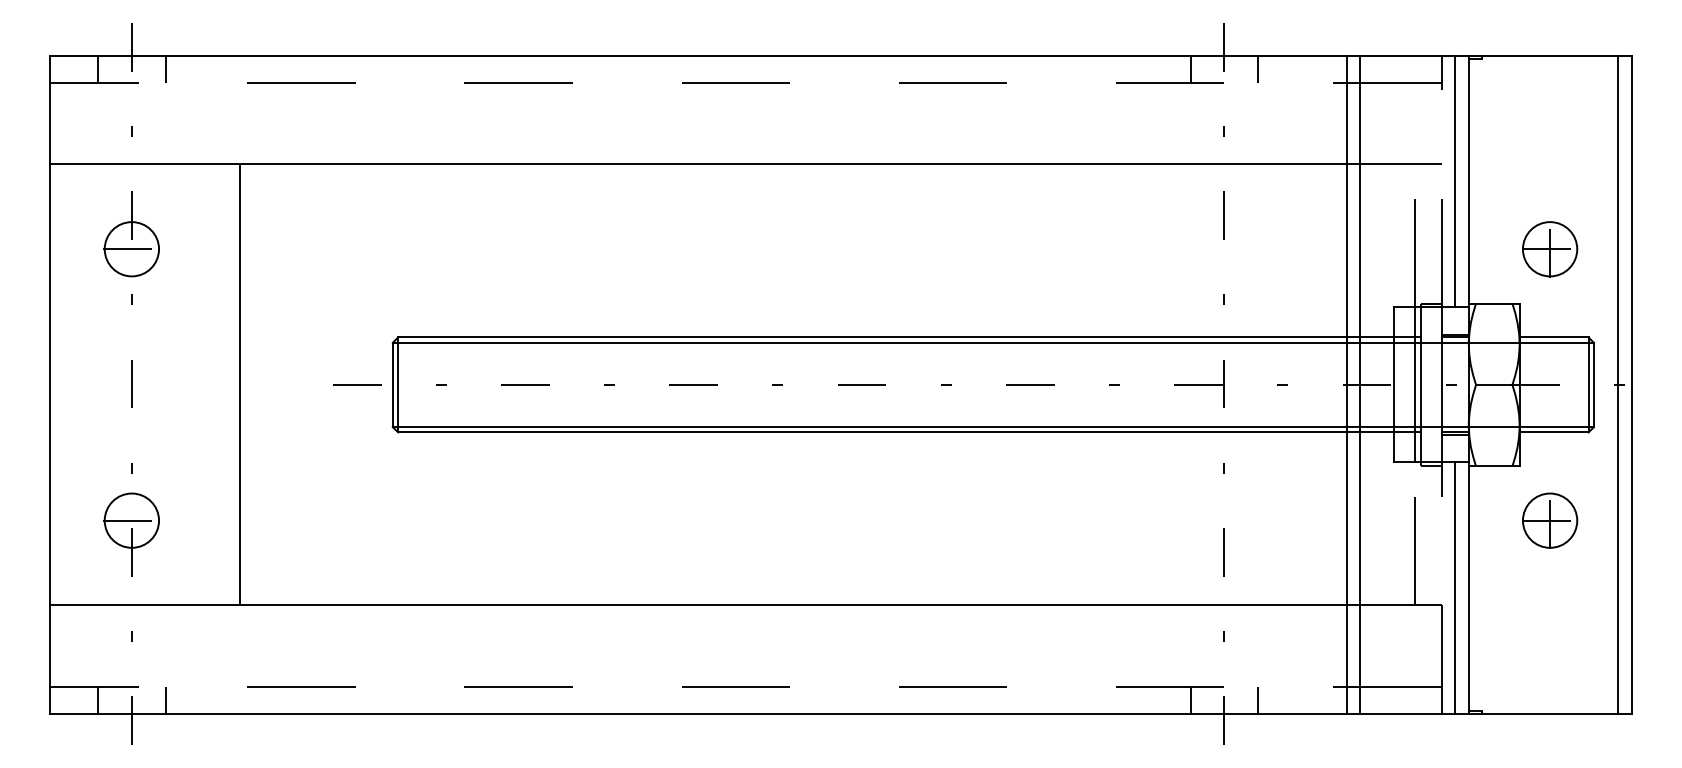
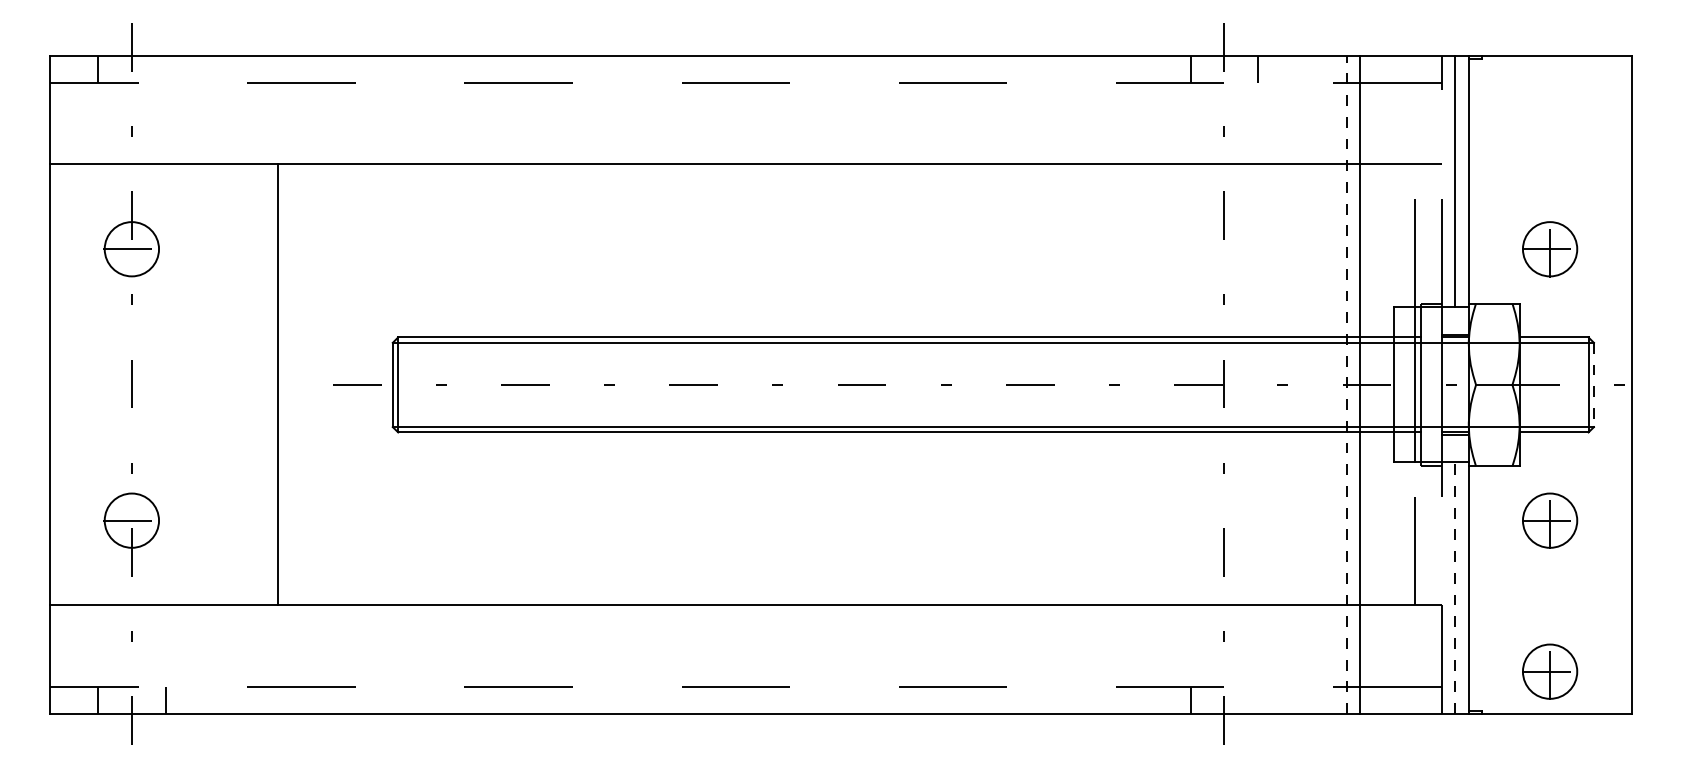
line at (165, 69): present -> none
line at (240, 384) position: (240, 384) -> (278, 384)
line at (1346, 384): solid -> dashed
line at (1617, 384): present -> none
line at (1593, 385): solid -> dashed
line at (1455, 588): solid -> dashed
part at (1550, 671): none -> present
line at (1258, 700): present -> none
